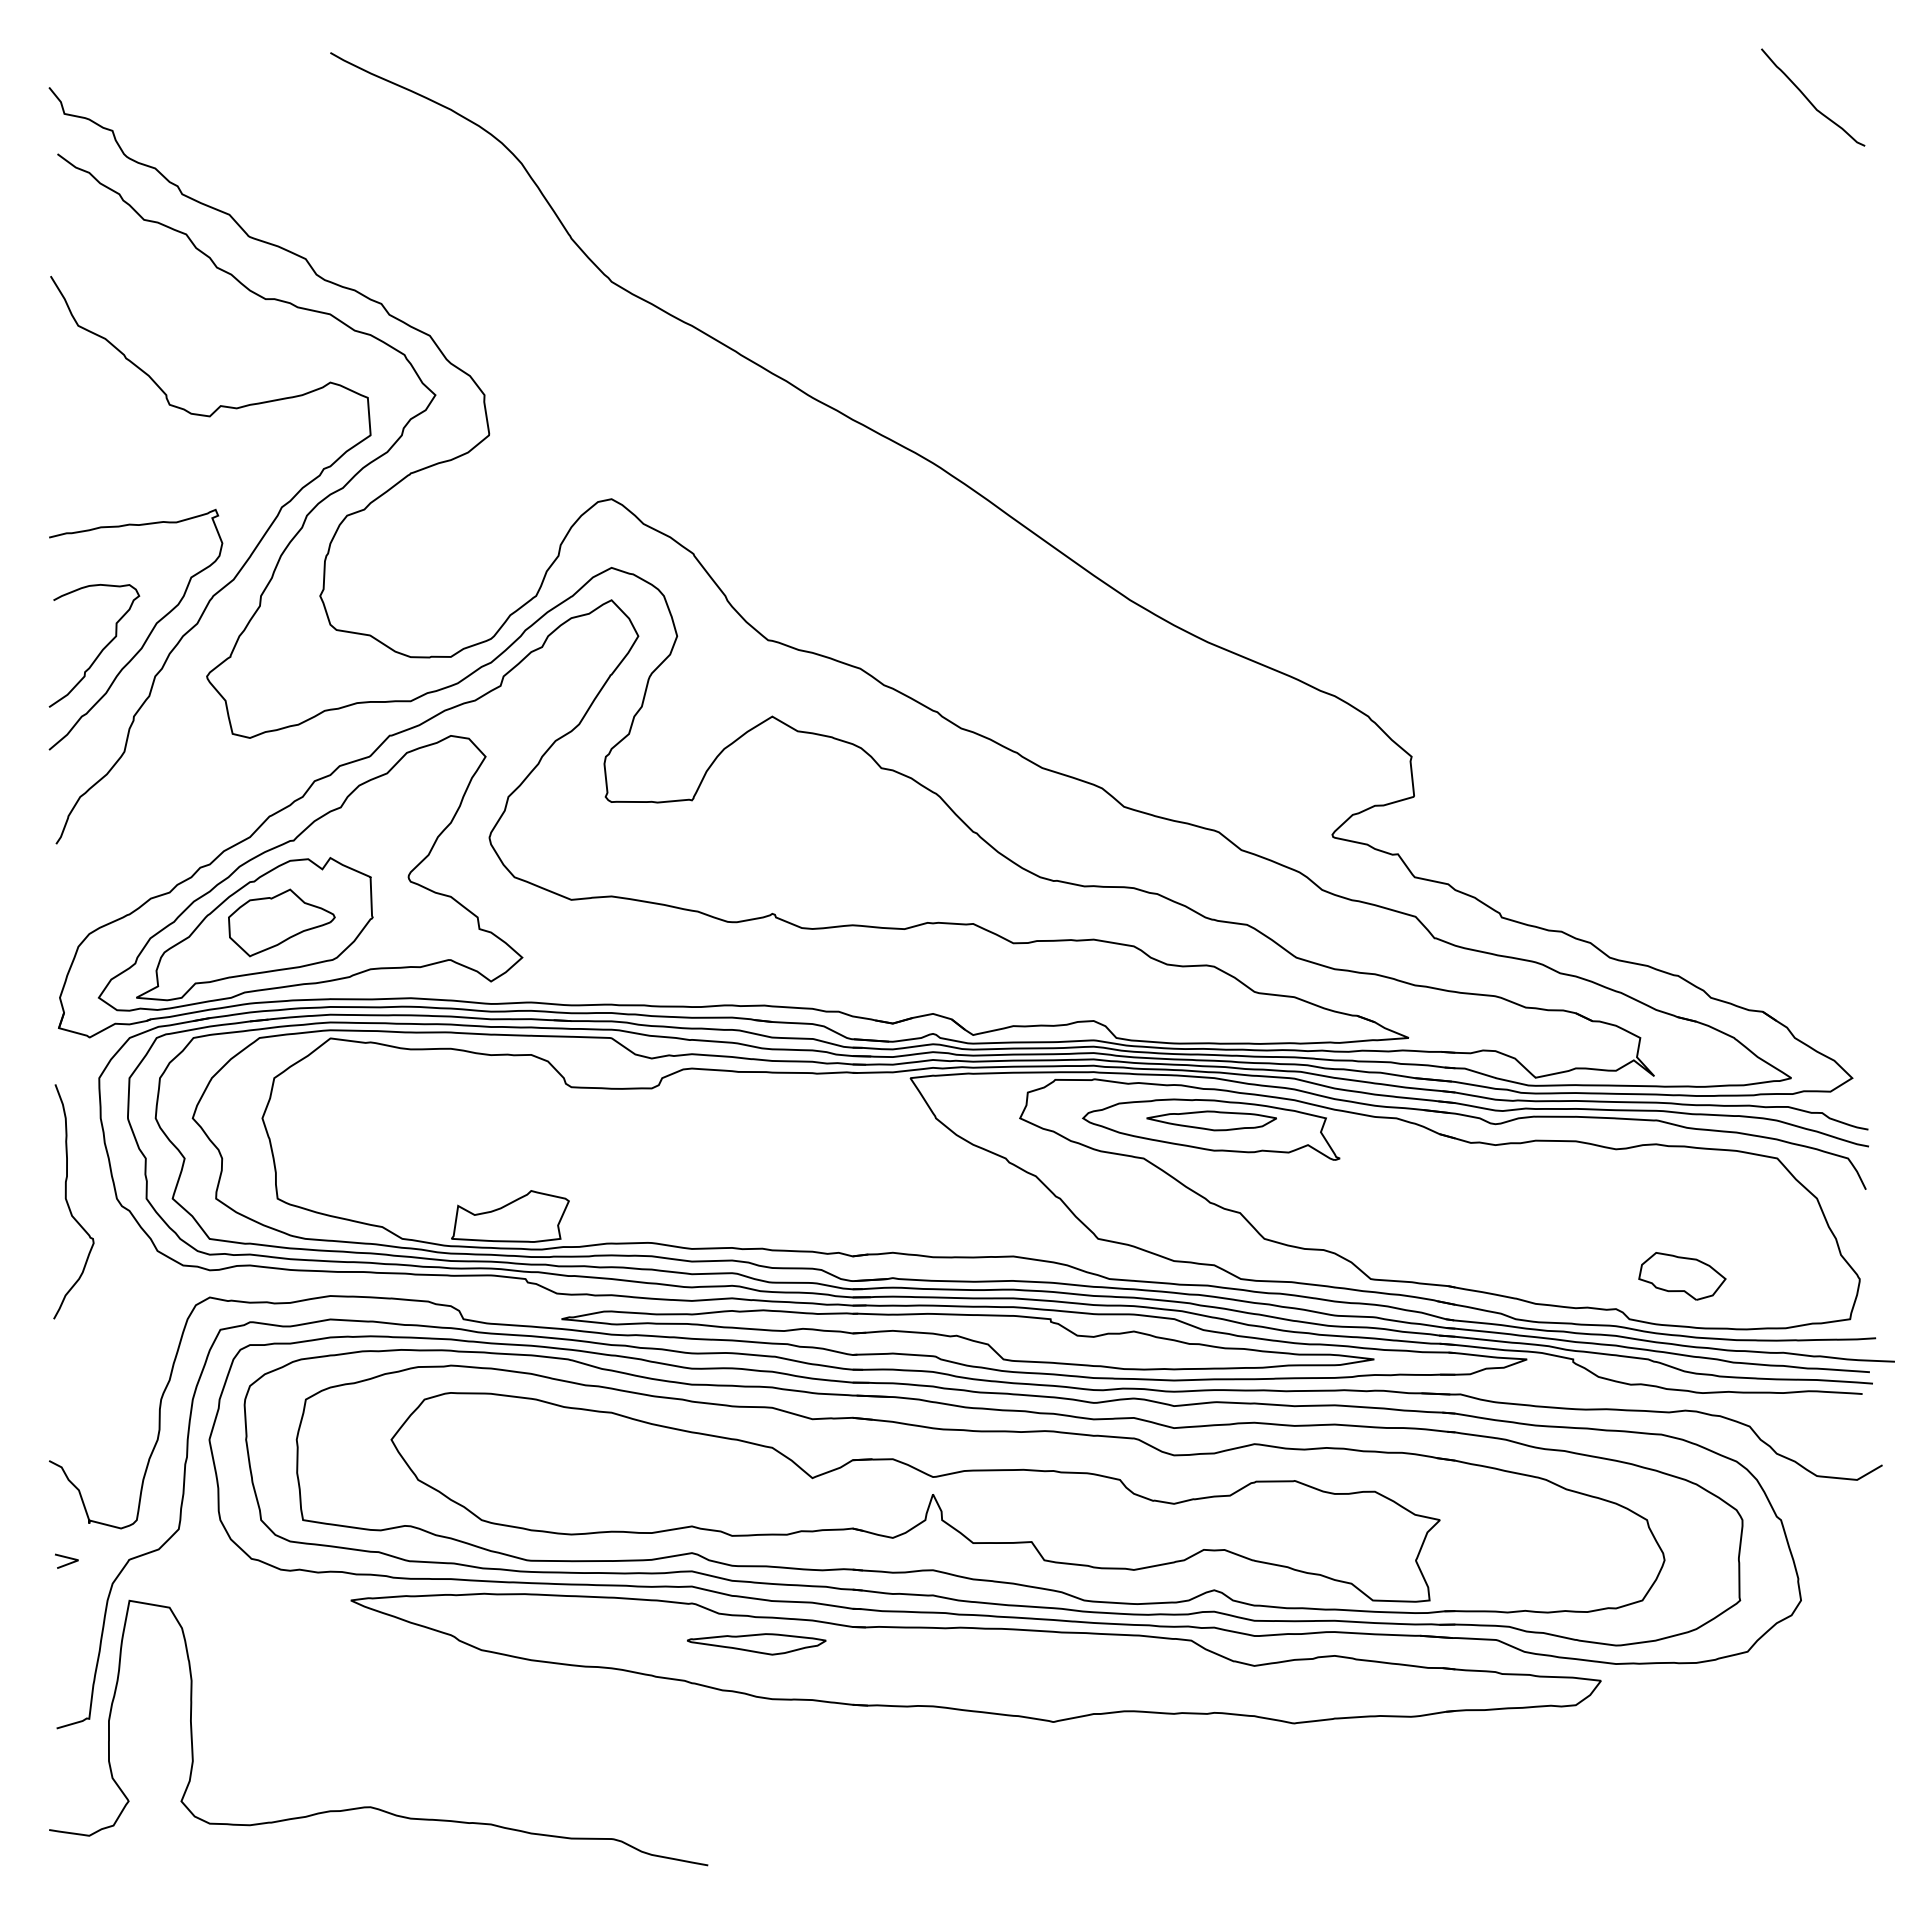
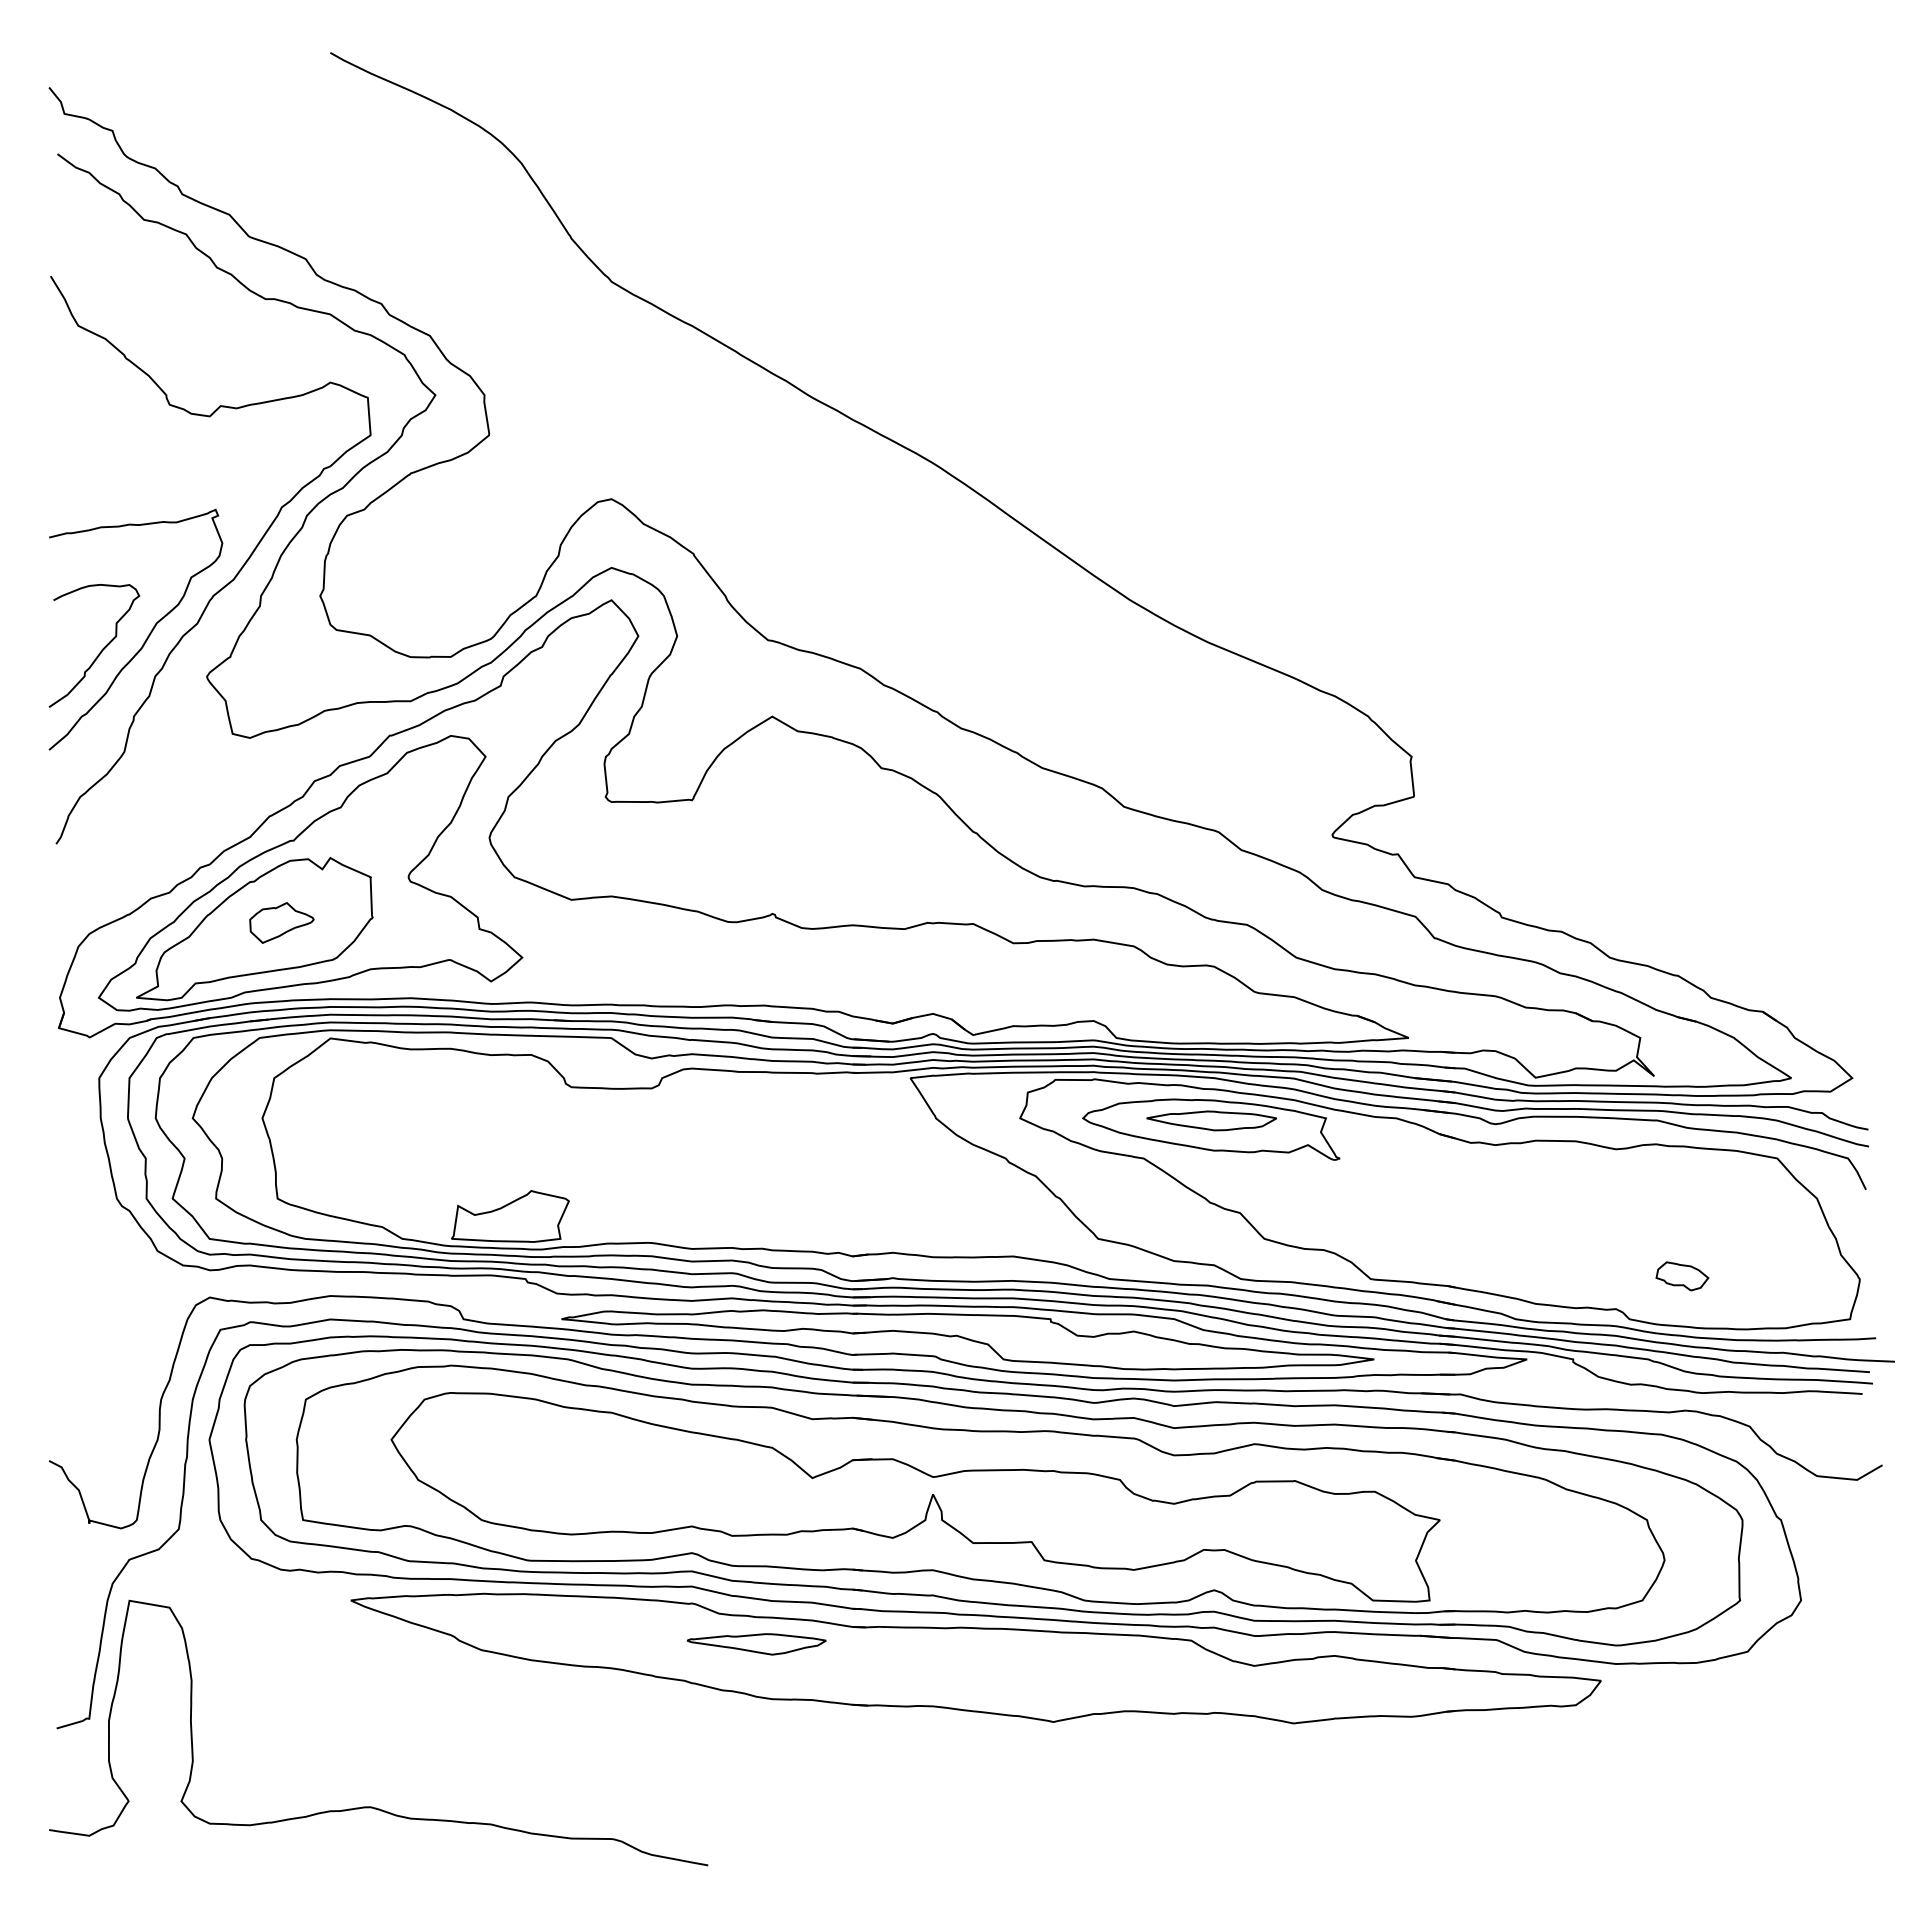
curve at (1809, 99): present -> none
part at (281, 922) size: 108x70 px -> 66x42 px
curve at (68, 1202): present -> none
part at (1682, 1276) size: 89x49 px -> 55x31 px
line at (66, 1558): present -> none
